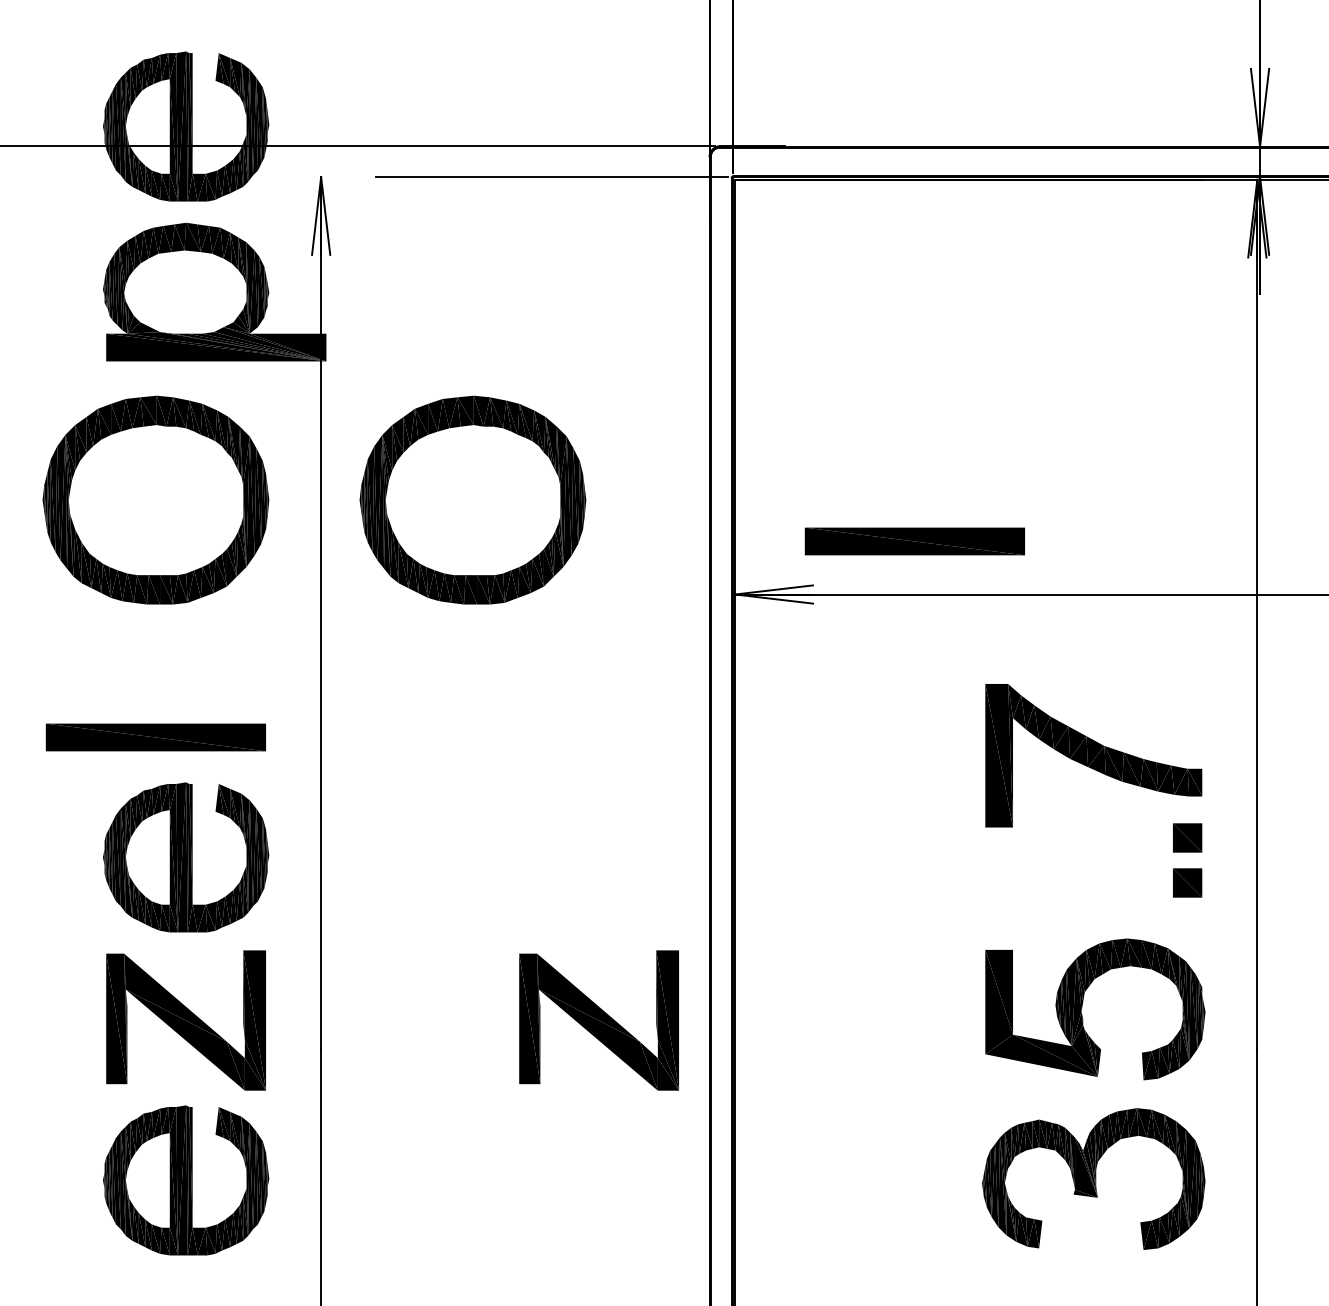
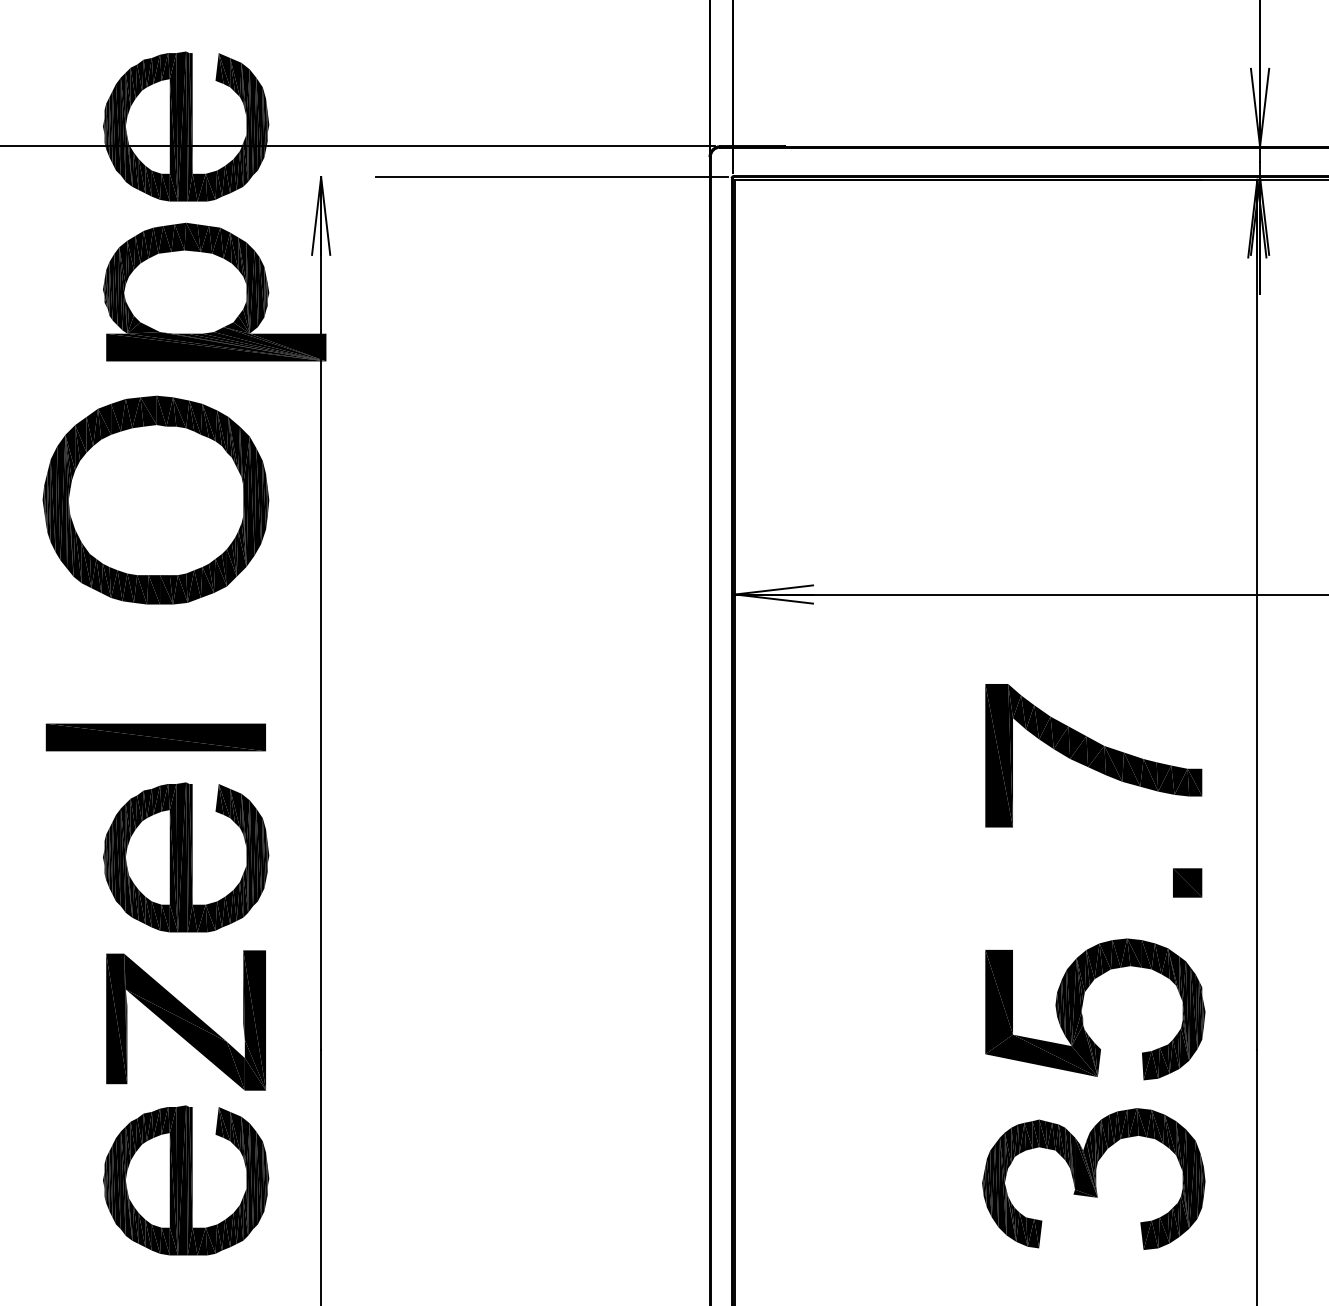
part at (472, 499): present -> none
part at (914, 541): present -> none
part at (1187, 837): present -> none
part at (598, 1020): present -> none
